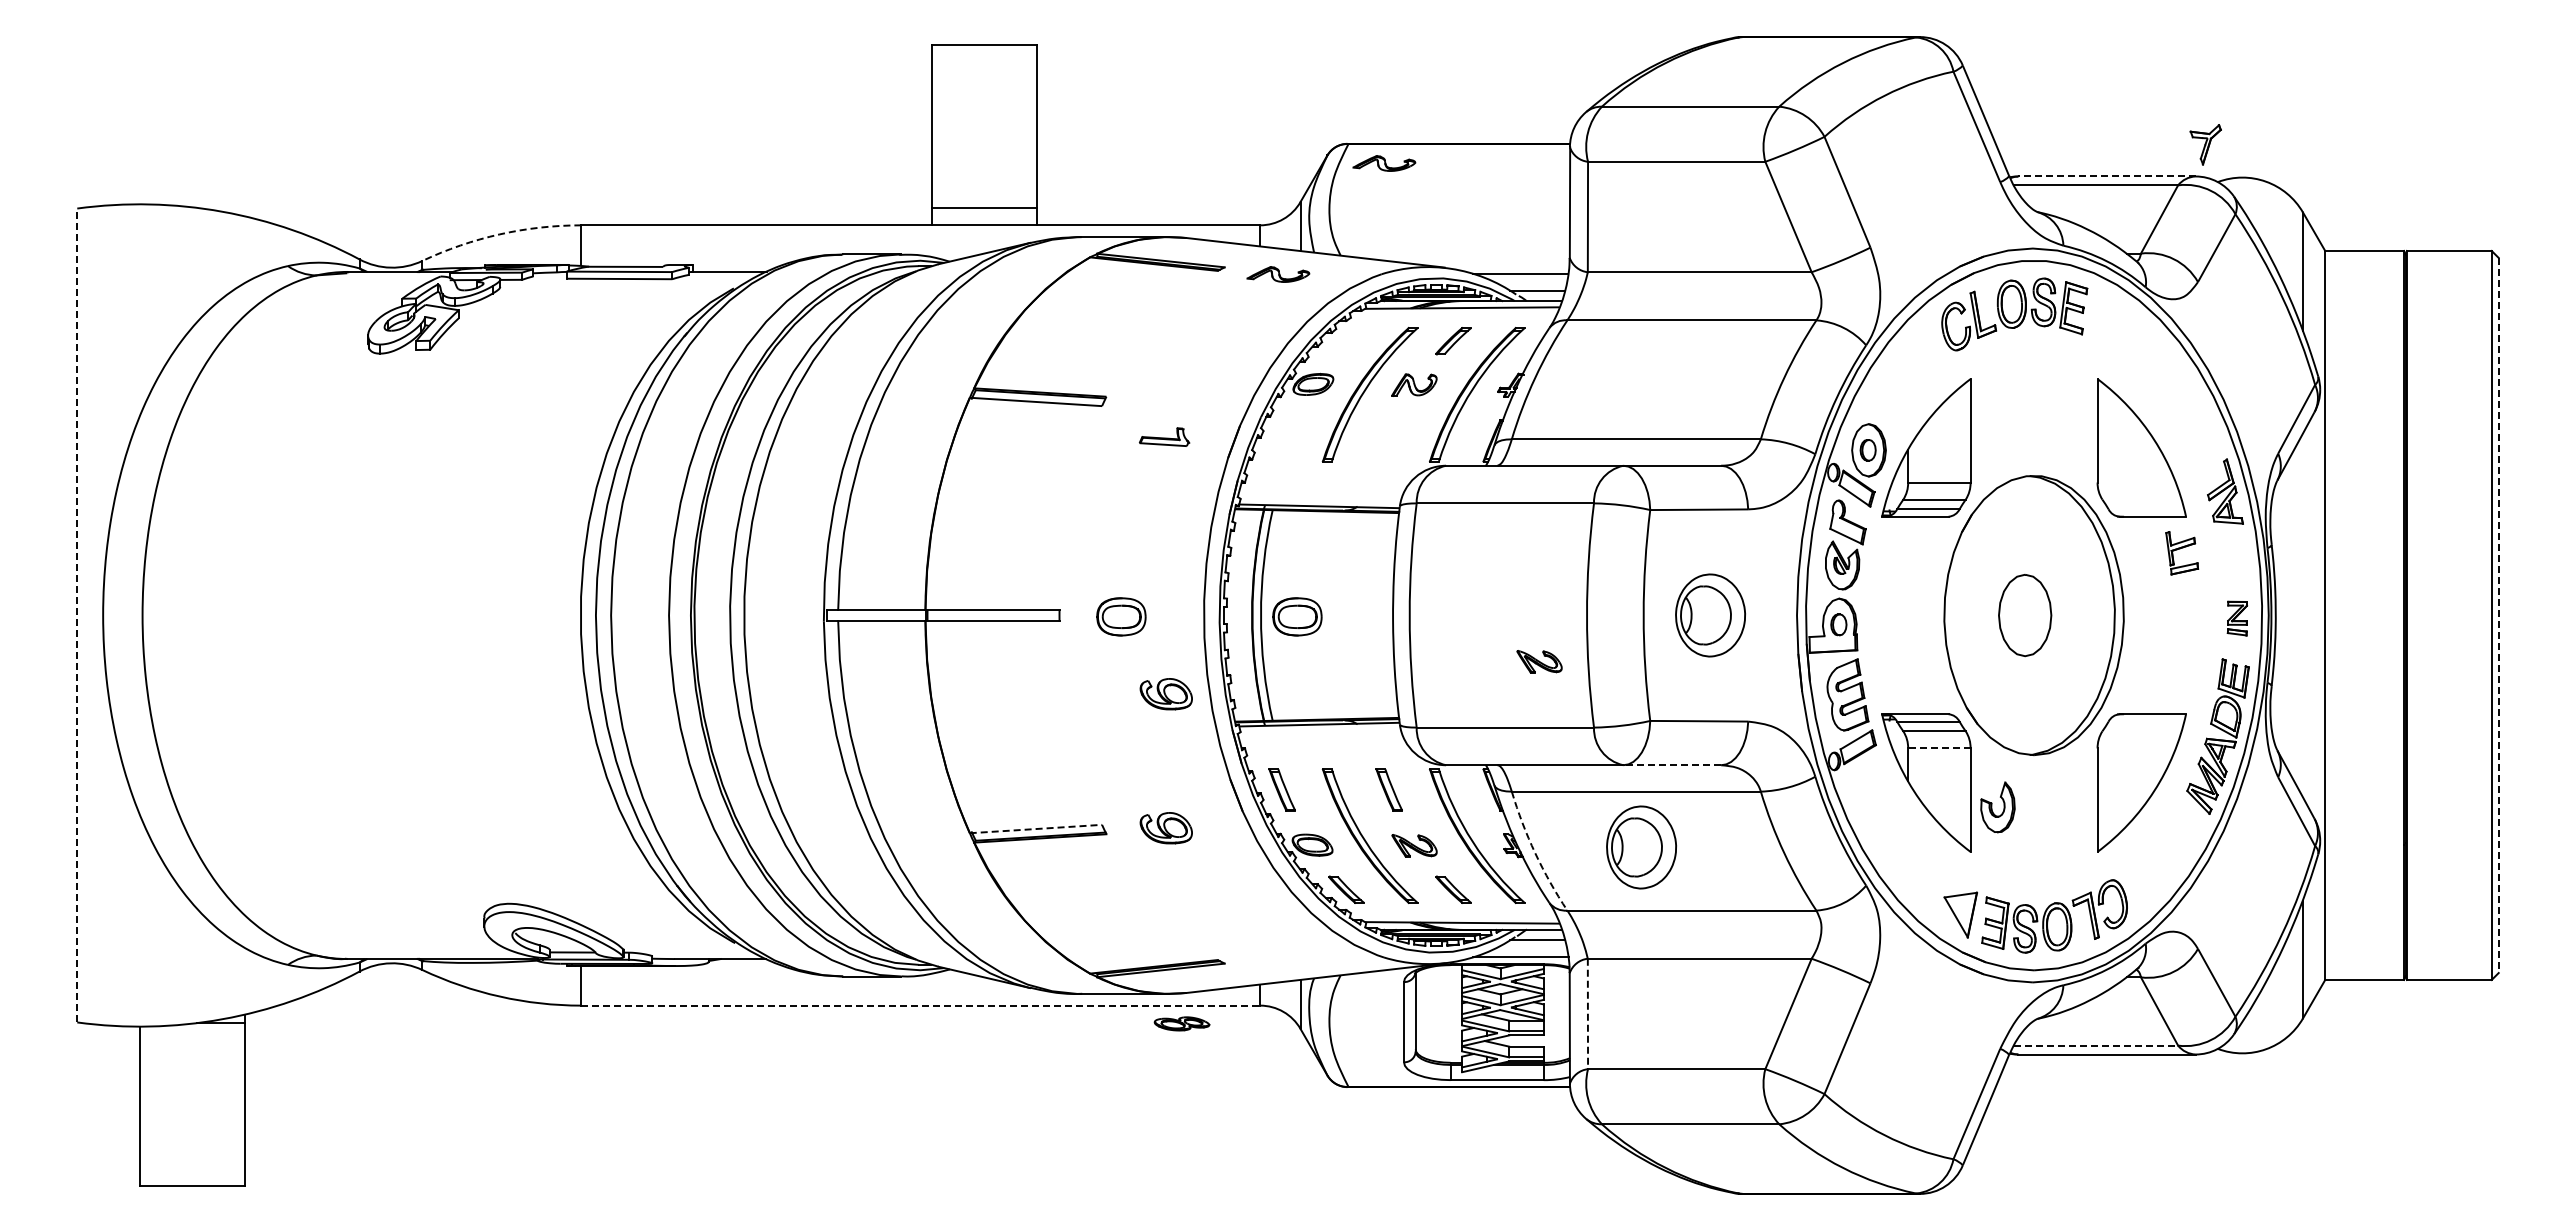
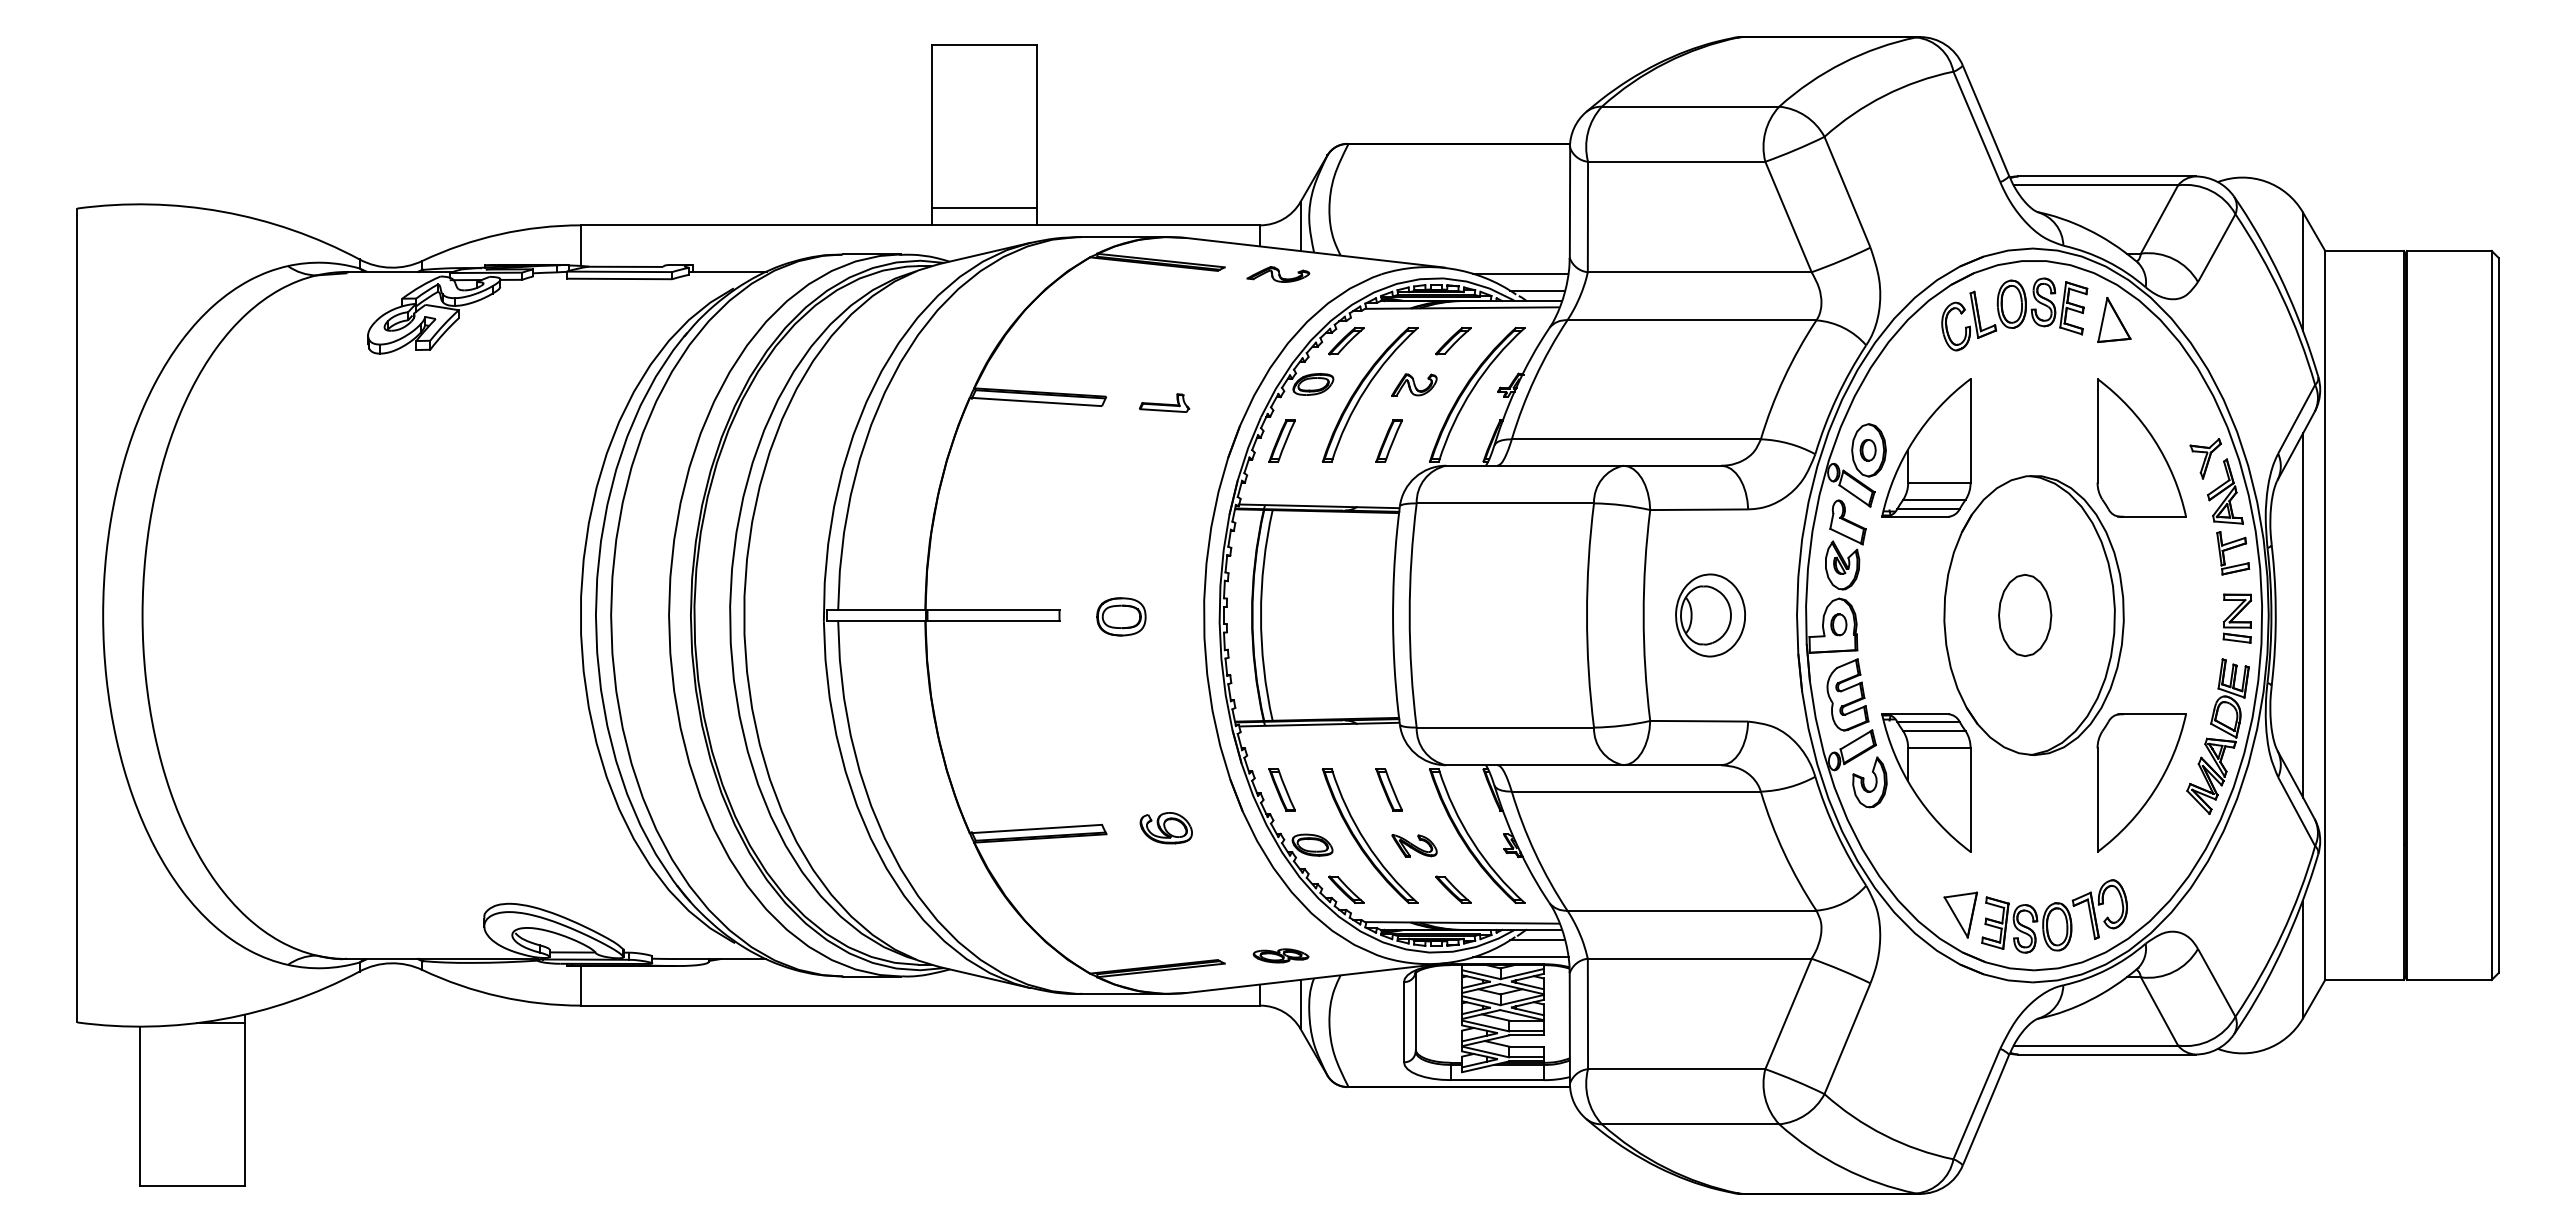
part at (2205, 144) position: (2205, 144) -> (2205, 458)
part at (1384, 163): present -> none
line at (2107, 176): dashed -> solid
arc at (499, 234): dashed -> solid
part at (2114, 319): none -> present
part at (1346, 341): none -> present
part at (1164, 436) position: (1164, 436) -> (1164, 402)
part at (1281, 440): none -> present
part at (1388, 440): none -> present
part at (2182, 553) position: (2182, 553) -> (2233, 553)
line at (77, 615): dashed -> solid
line at (2303, 615): none -> present
line at (2498, 615): dashed -> solid
part at (1297, 616): present -> none
part at (2236, 618) size: 22x37 px -> 31x51 px
part at (1539, 661): present -> none
part at (1165, 694): present -> none
line at (1938, 748): dashed -> solid
line at (1672, 765): dashed -> solid
part at (1997, 807) position: (1997, 807) -> (1869, 782)
line at (1036, 829): dashed -> solid
part at (1641, 847): present -> none
arc at (1535, 853): dashed -> solid
line at (921, 1005): dashed -> solid
line at (1587, 1014): dashed -> solid
part at (1181, 1023) position: (1181, 1023) -> (1280, 955)
line at (2096, 1045): dashed -> solid
